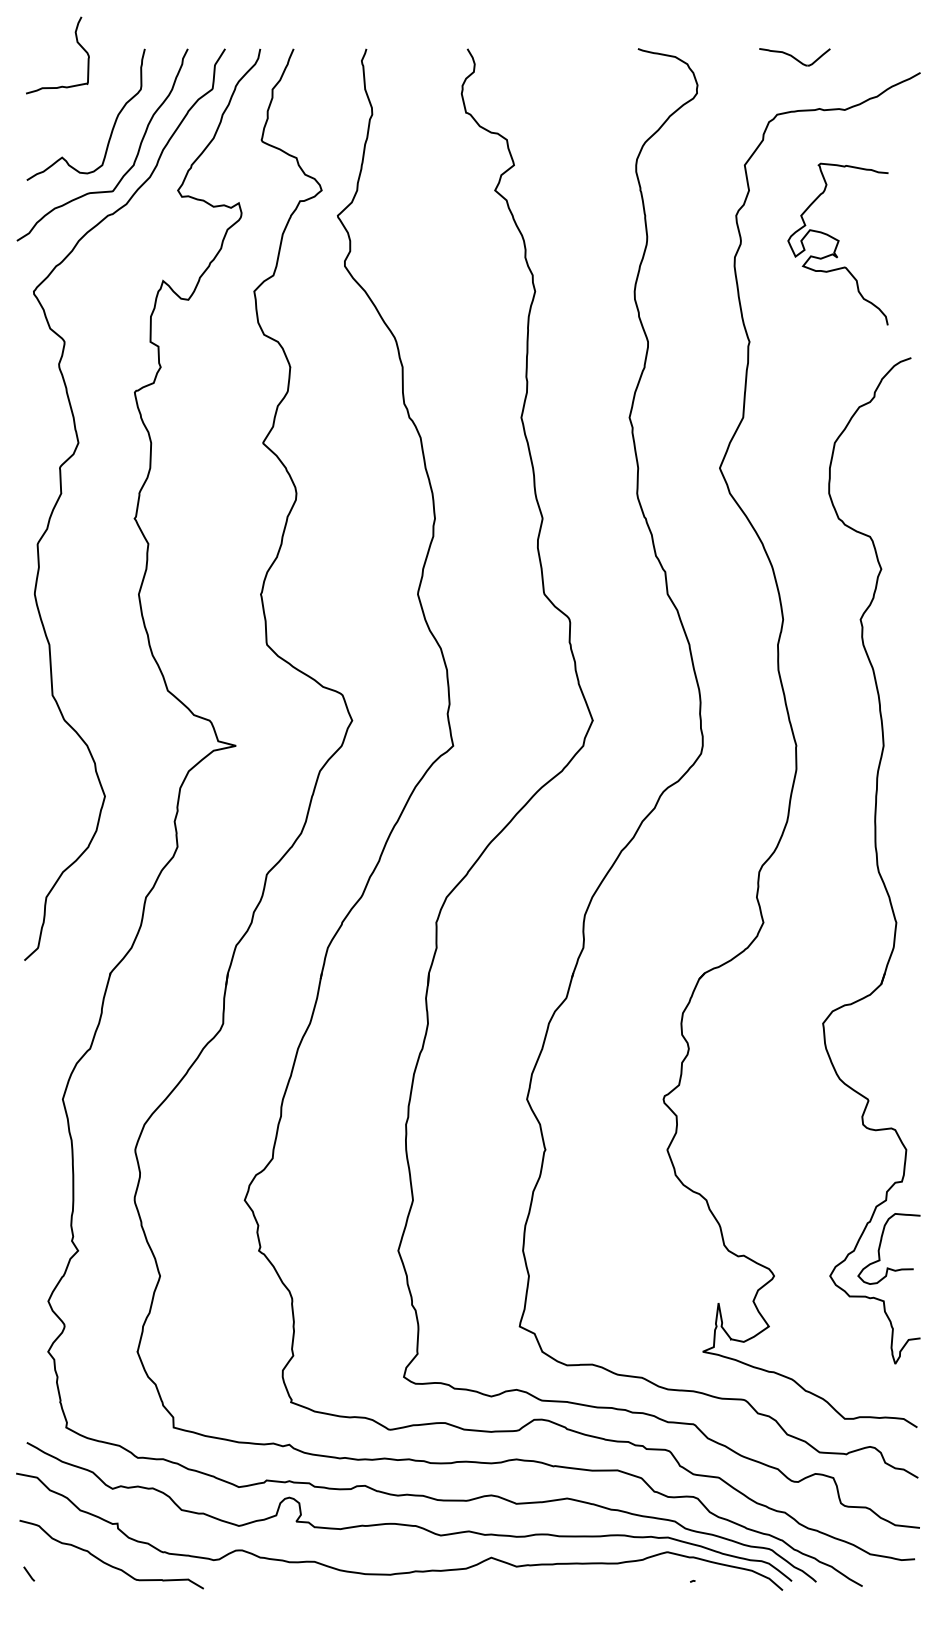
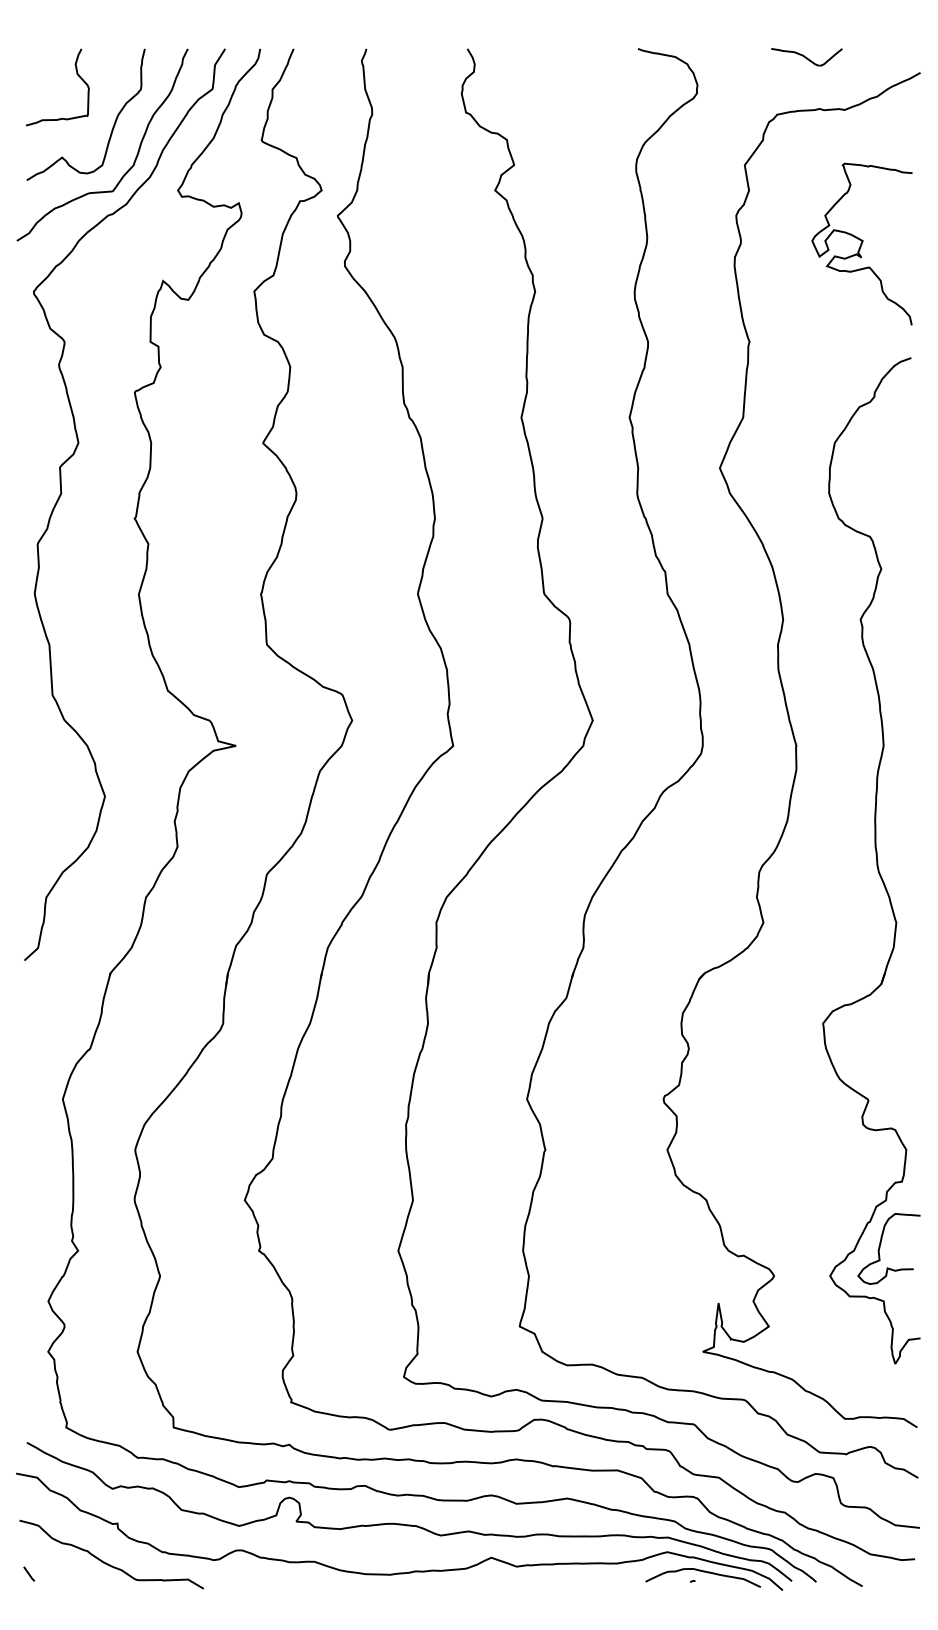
curve at (76, 42) position: (76, 42) -> (76, 74)
part at (794, 57) position: (794, 57) -> (806, 57)
curve at (837, 243) position: (837, 243) -> (861, 243)
curve at (703, 1572): none -> present
